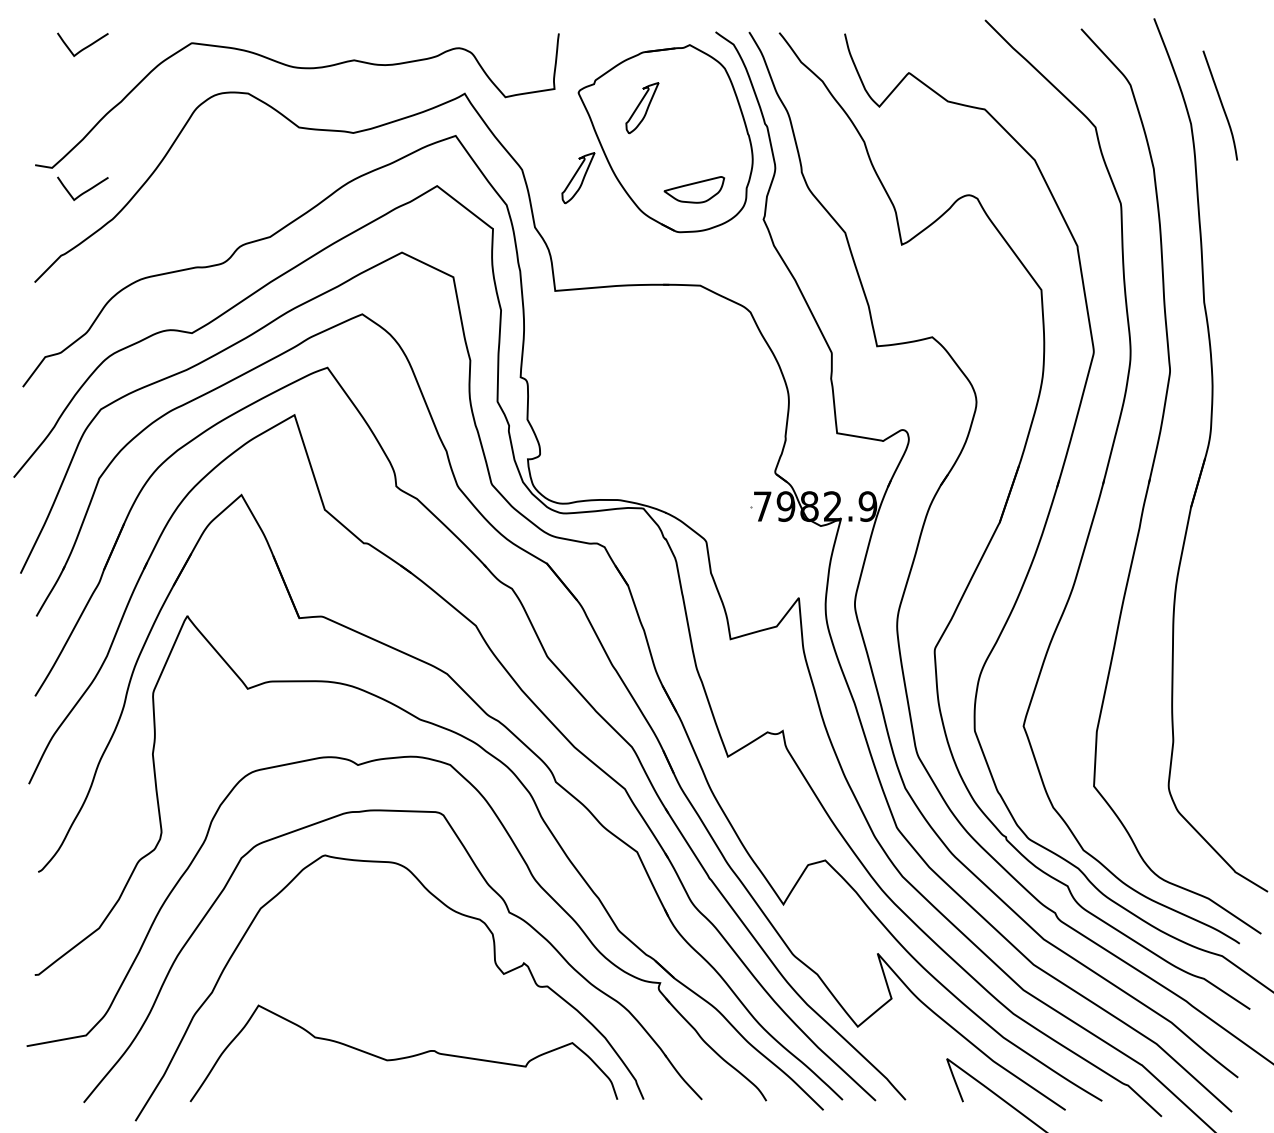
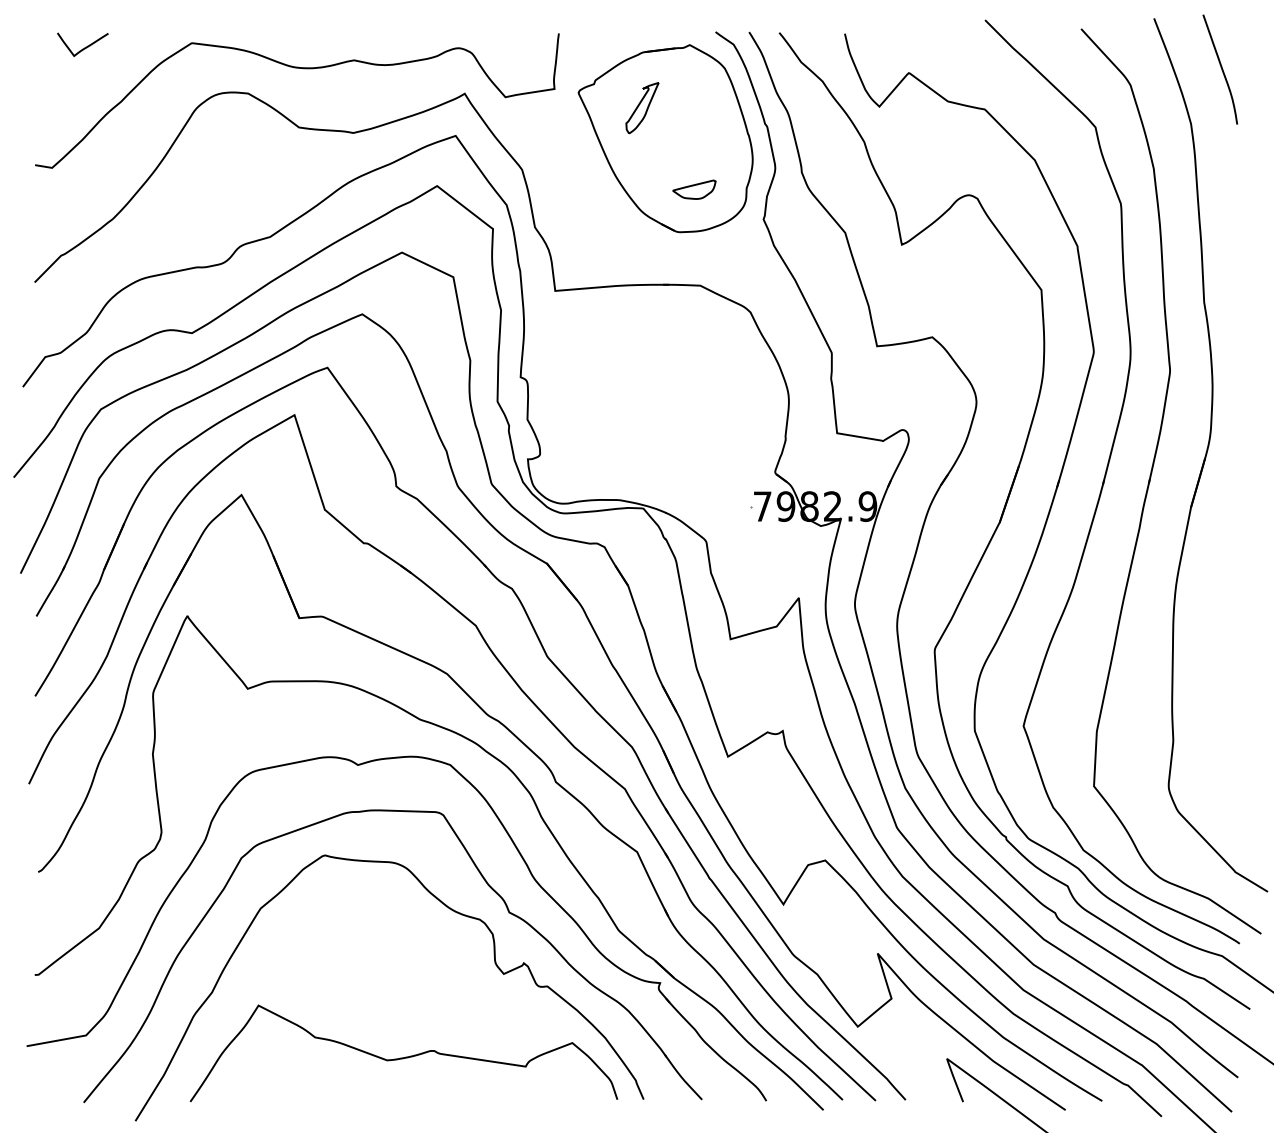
curve at (1221, 105) position: (1221, 105) -> (1221, 69)
part at (578, 178): present -> none
part at (694, 189) size: 63x28 px -> 45x21 px
curve at (84, 191): present -> none
